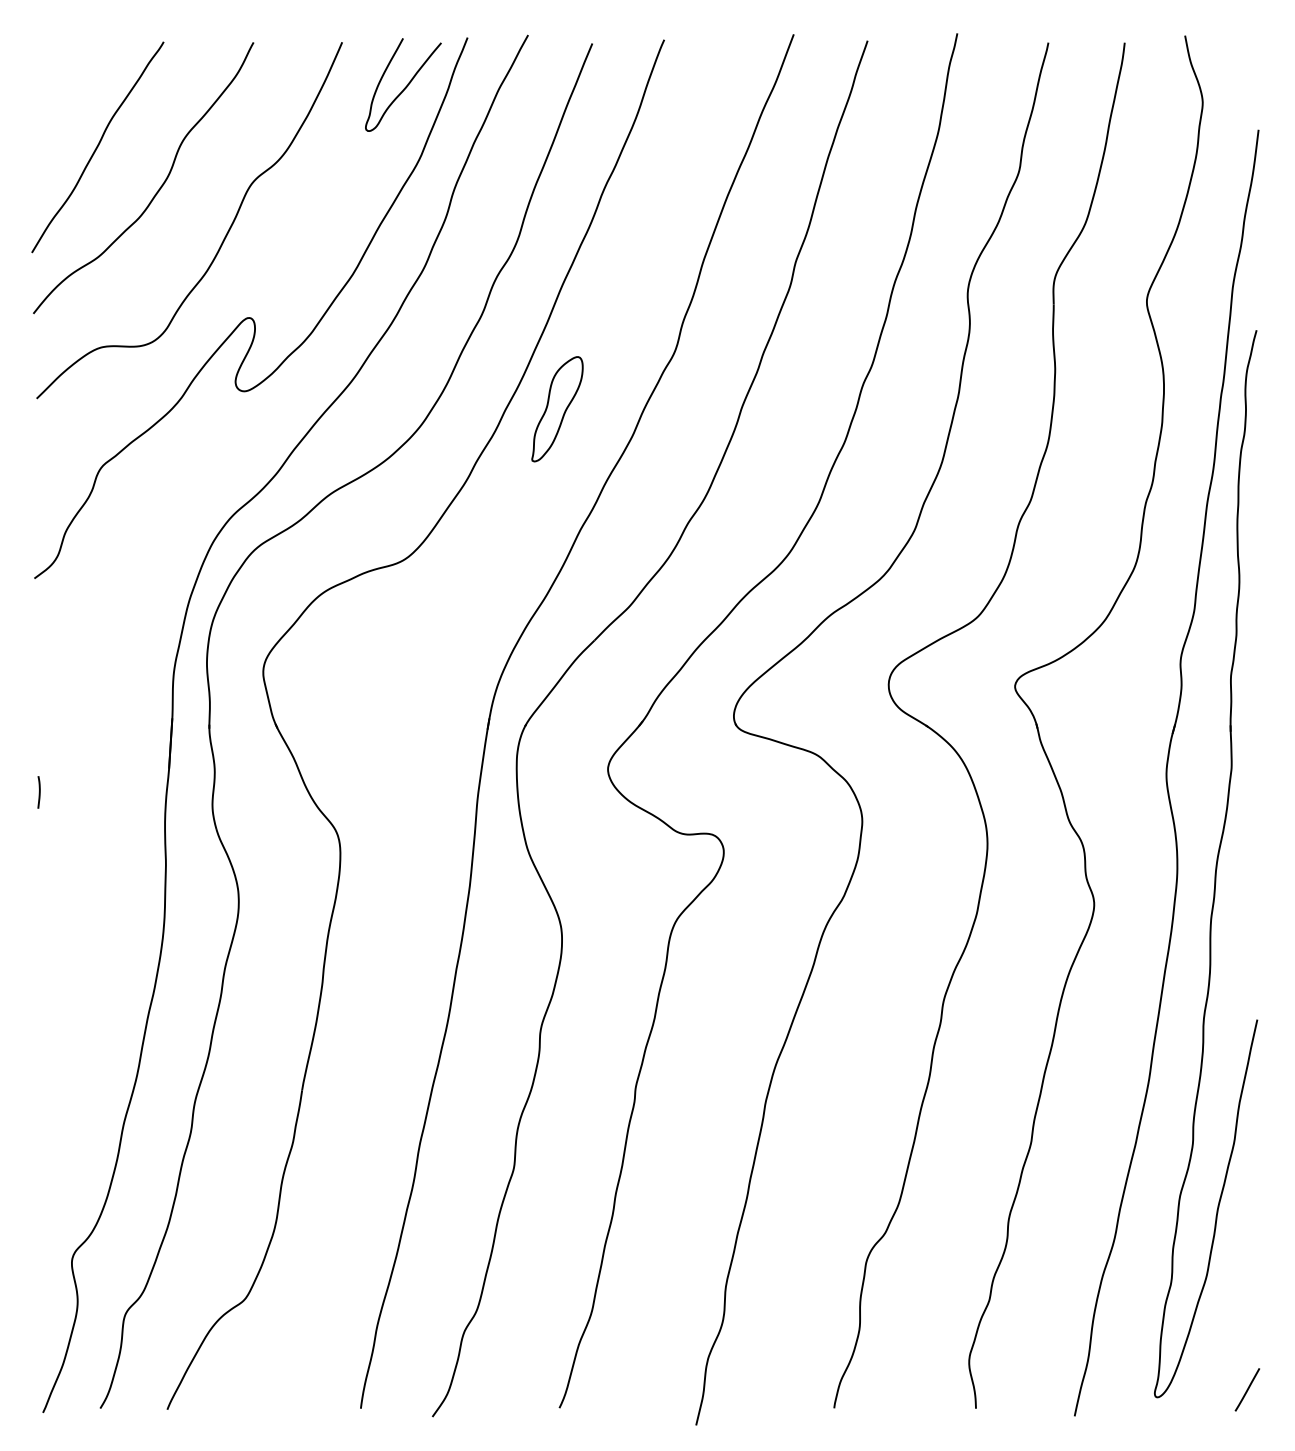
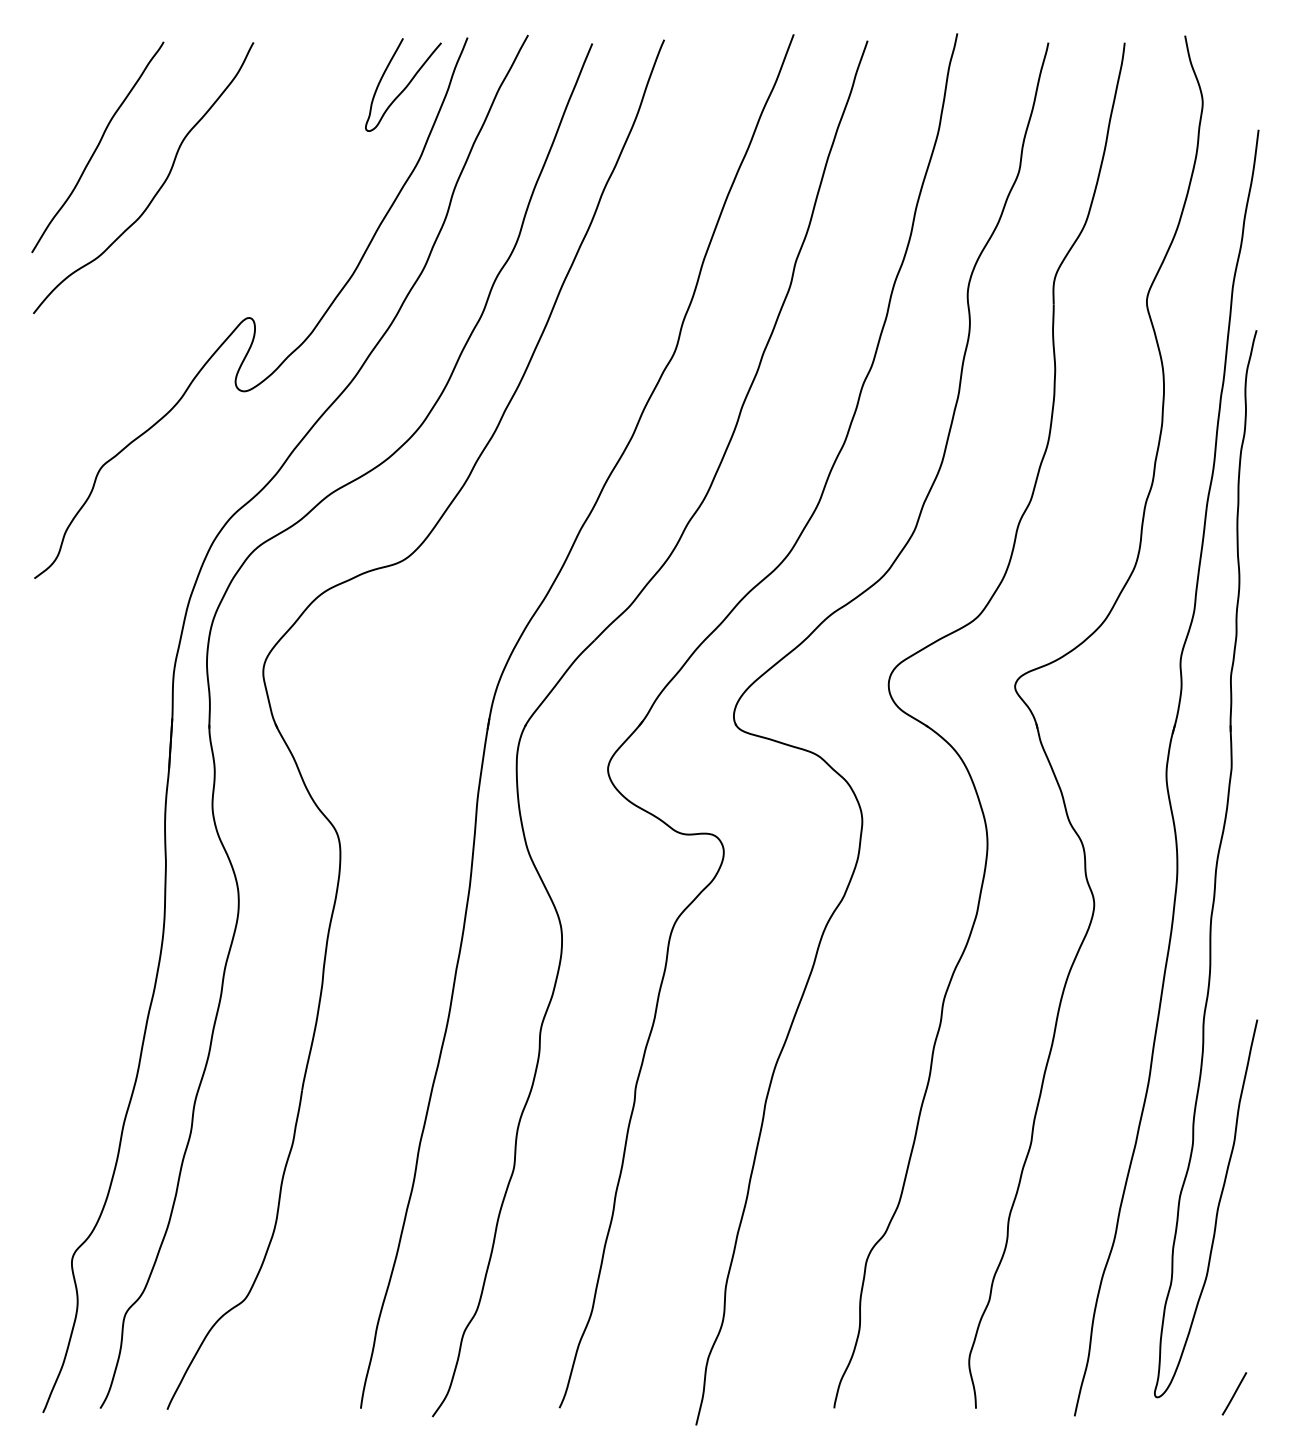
curve at (223, 238): present -> none
part at (557, 409): present -> none
line at (38, 792): present -> none
line at (1247, 1389) position: (1247, 1389) -> (1234, 1393)
